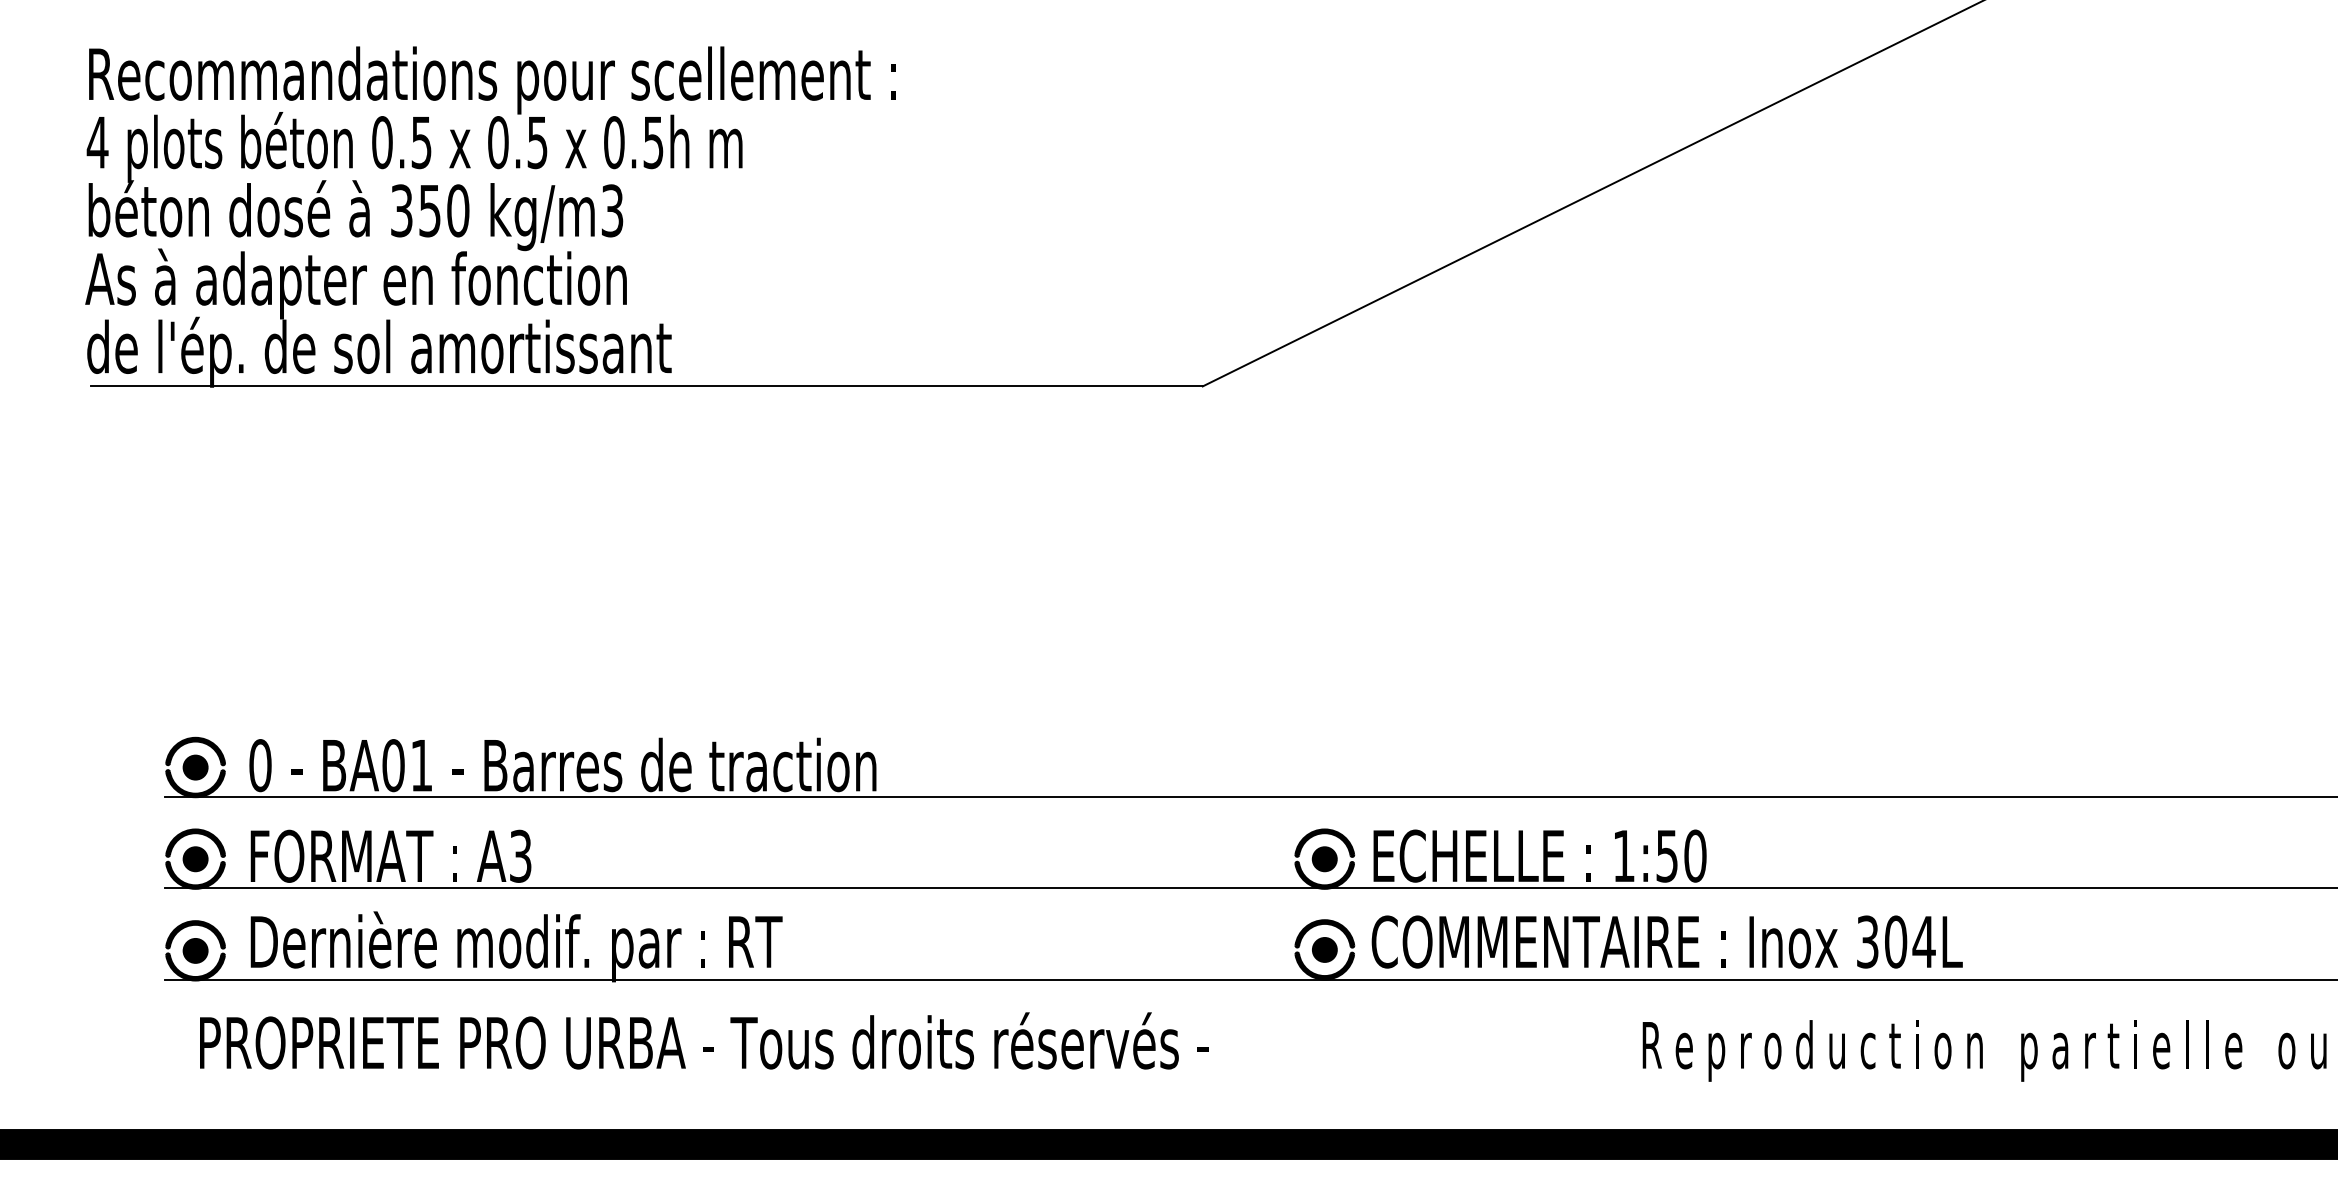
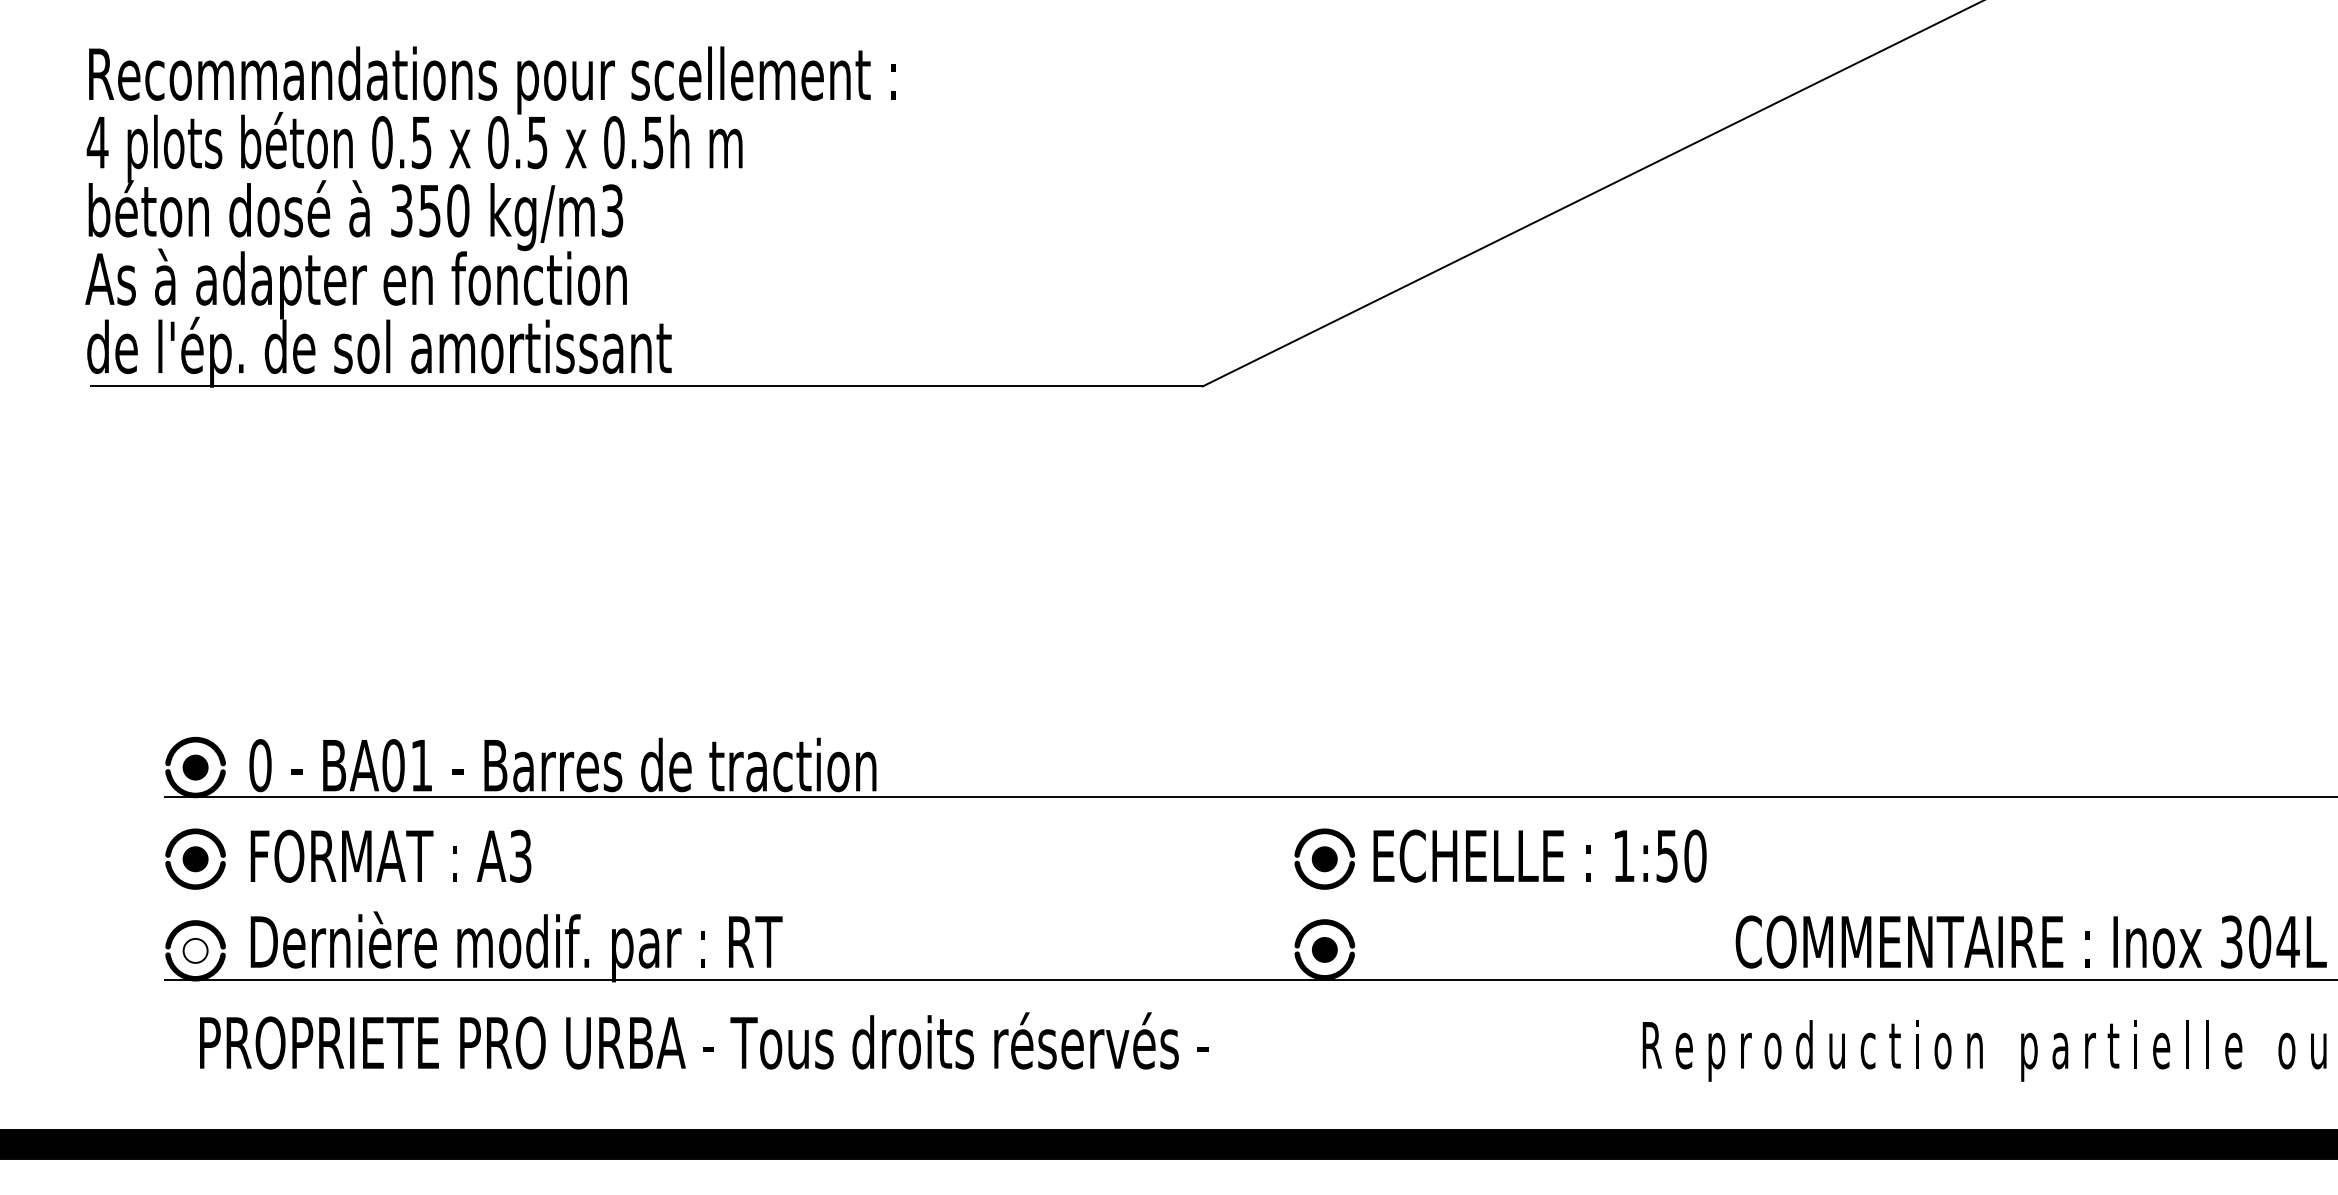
line at (1249, 888): present -> none
text at (1666, 941) position: (1666, 941) -> (2030, 941)
fill at (195, 950): present -> none
